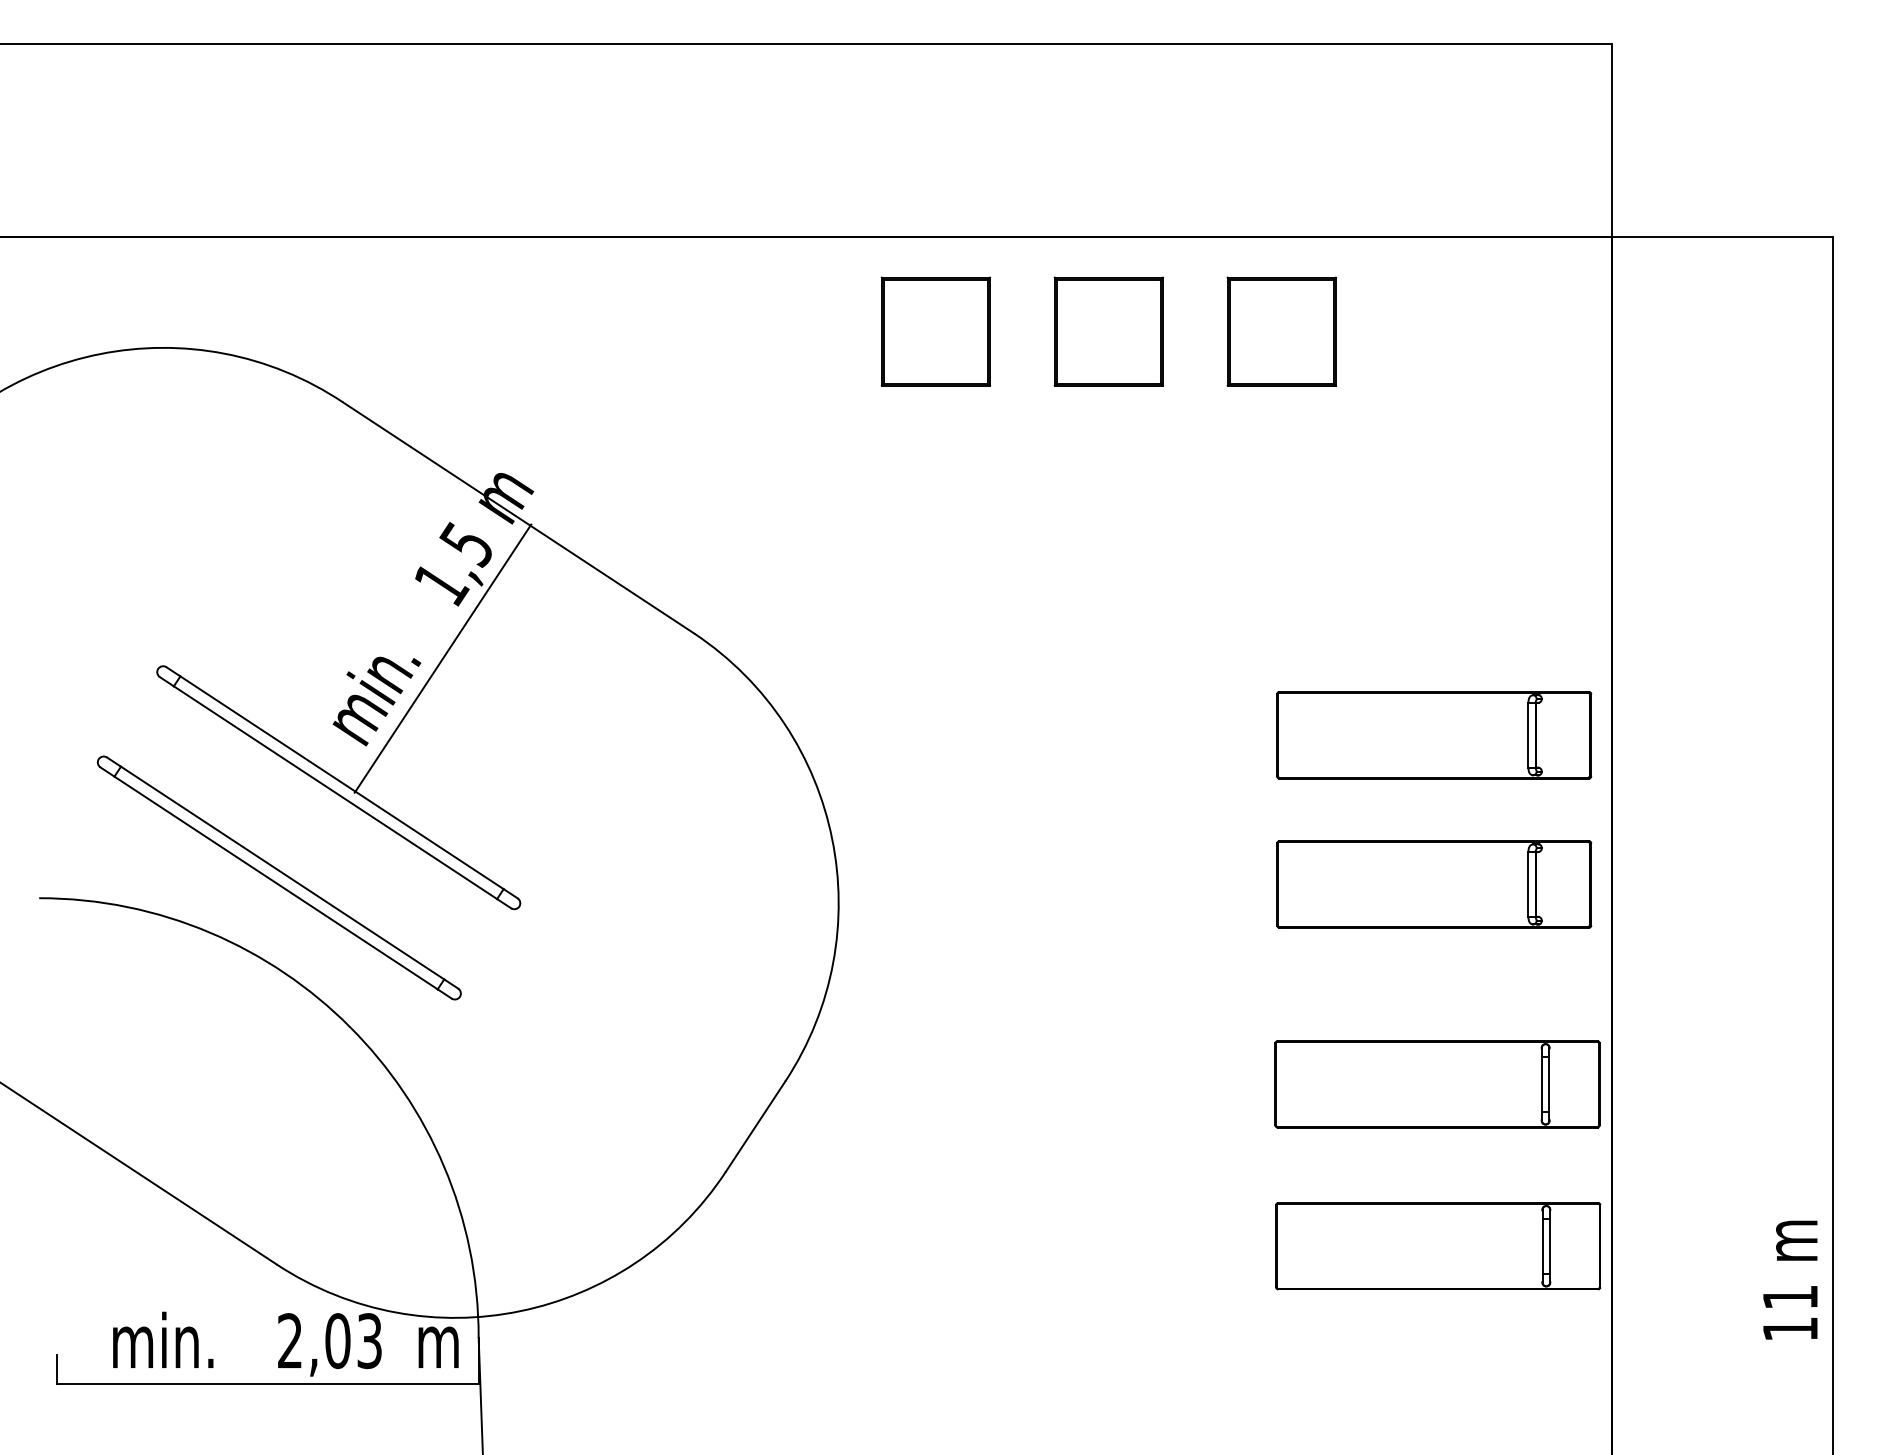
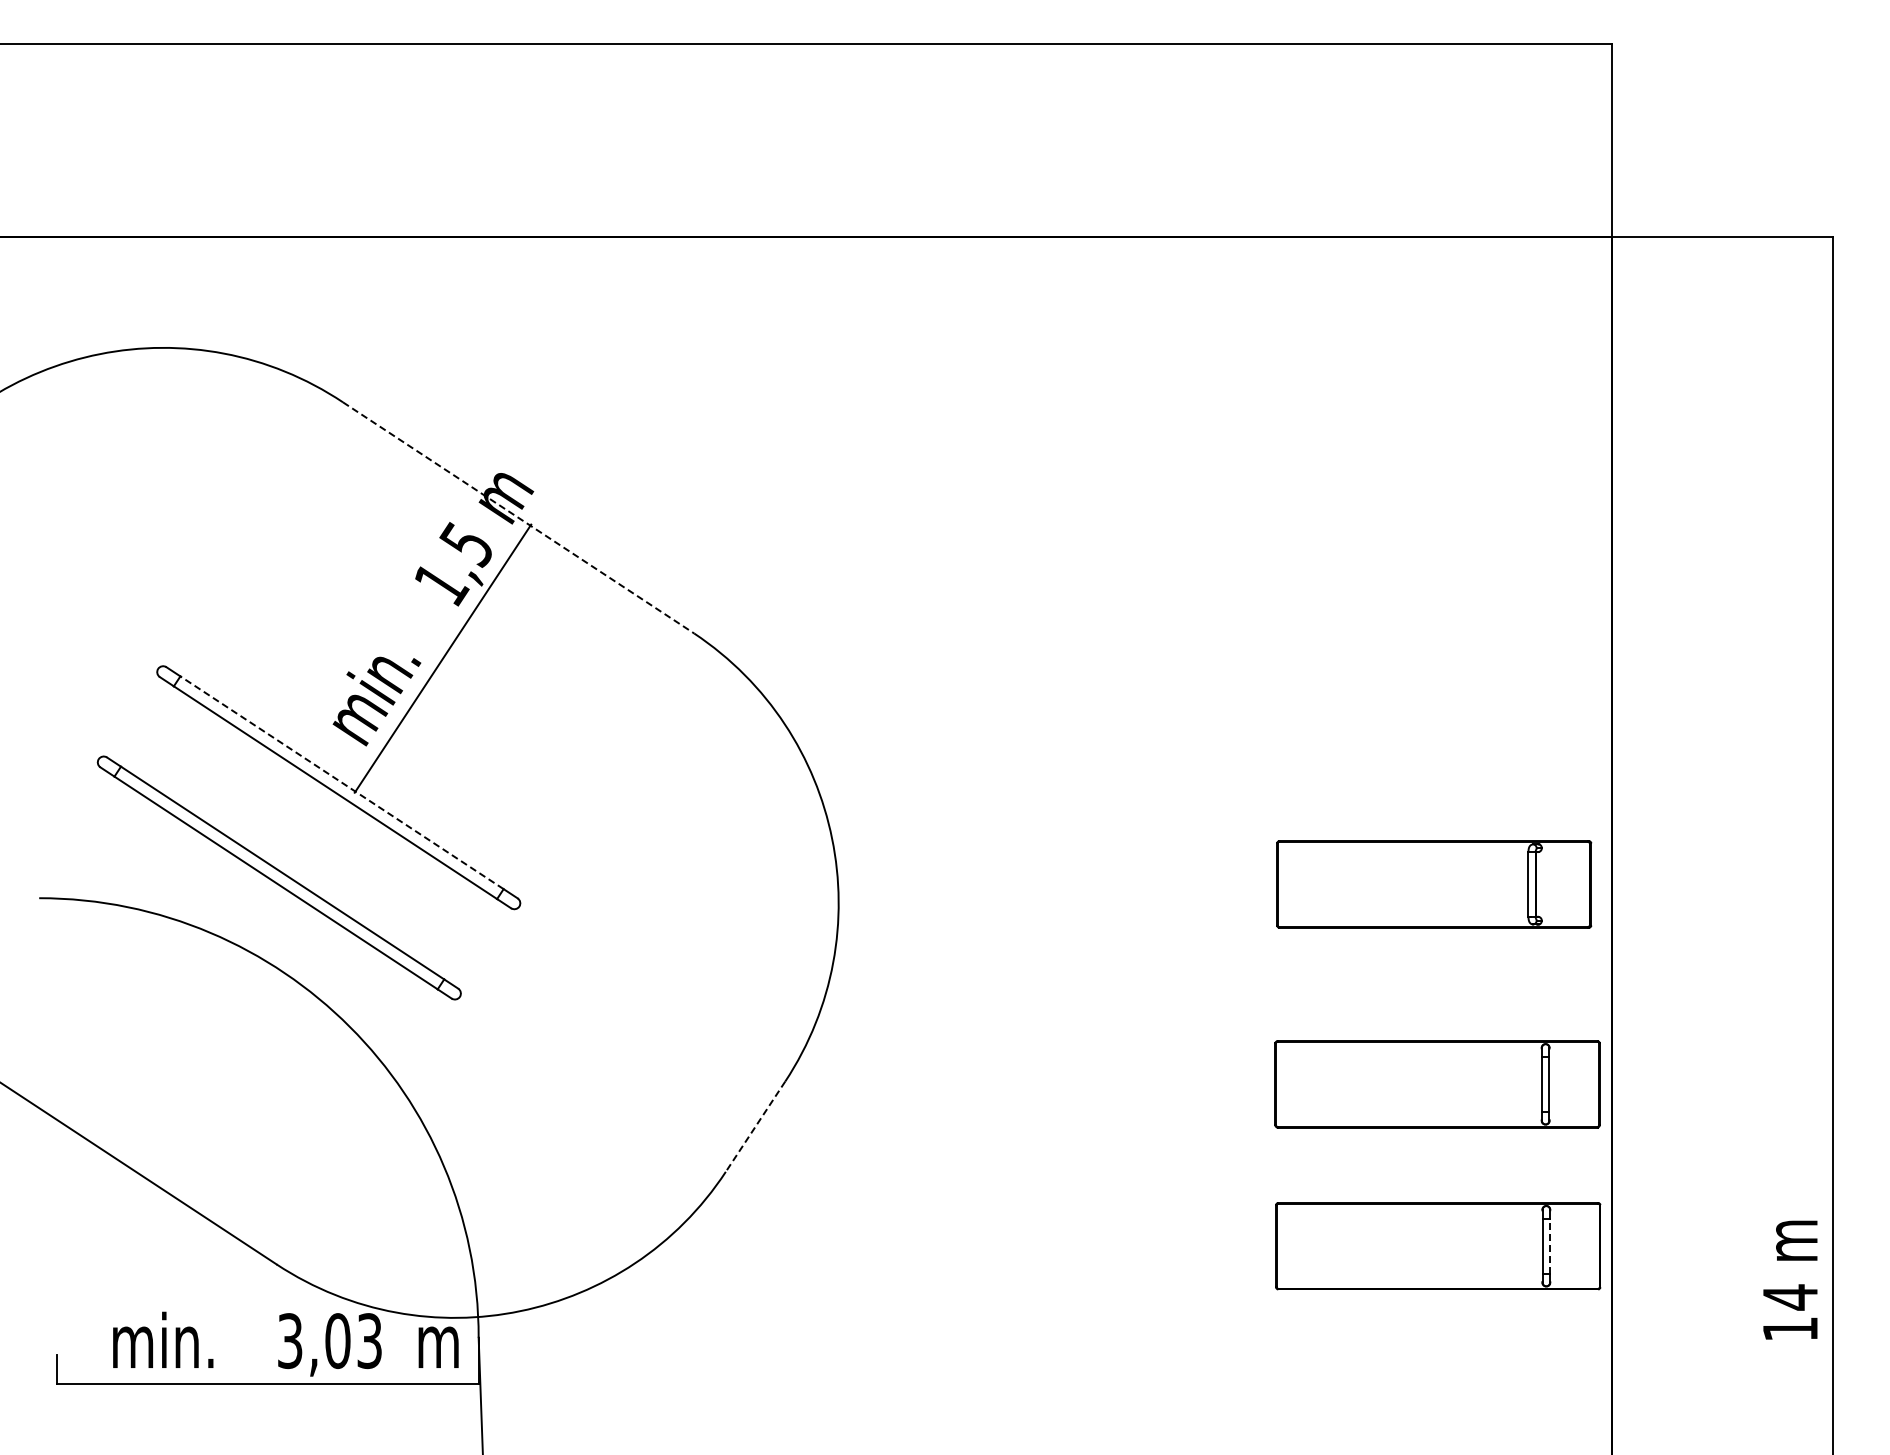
part at (935, 331): present -> none
part at (1108, 331): present -> none
part at (1281, 331): present -> none
line at (519, 518): solid -> dashed
part at (1434, 735): present -> none
line at (341, 782): solid -> dashed
line at (755, 1127): solid -> dashed
line at (1550, 1246): solid -> dashed
text at (1790, 1297): 11 -> 14
text at (290, 1341): 2,03 -> 3,03
